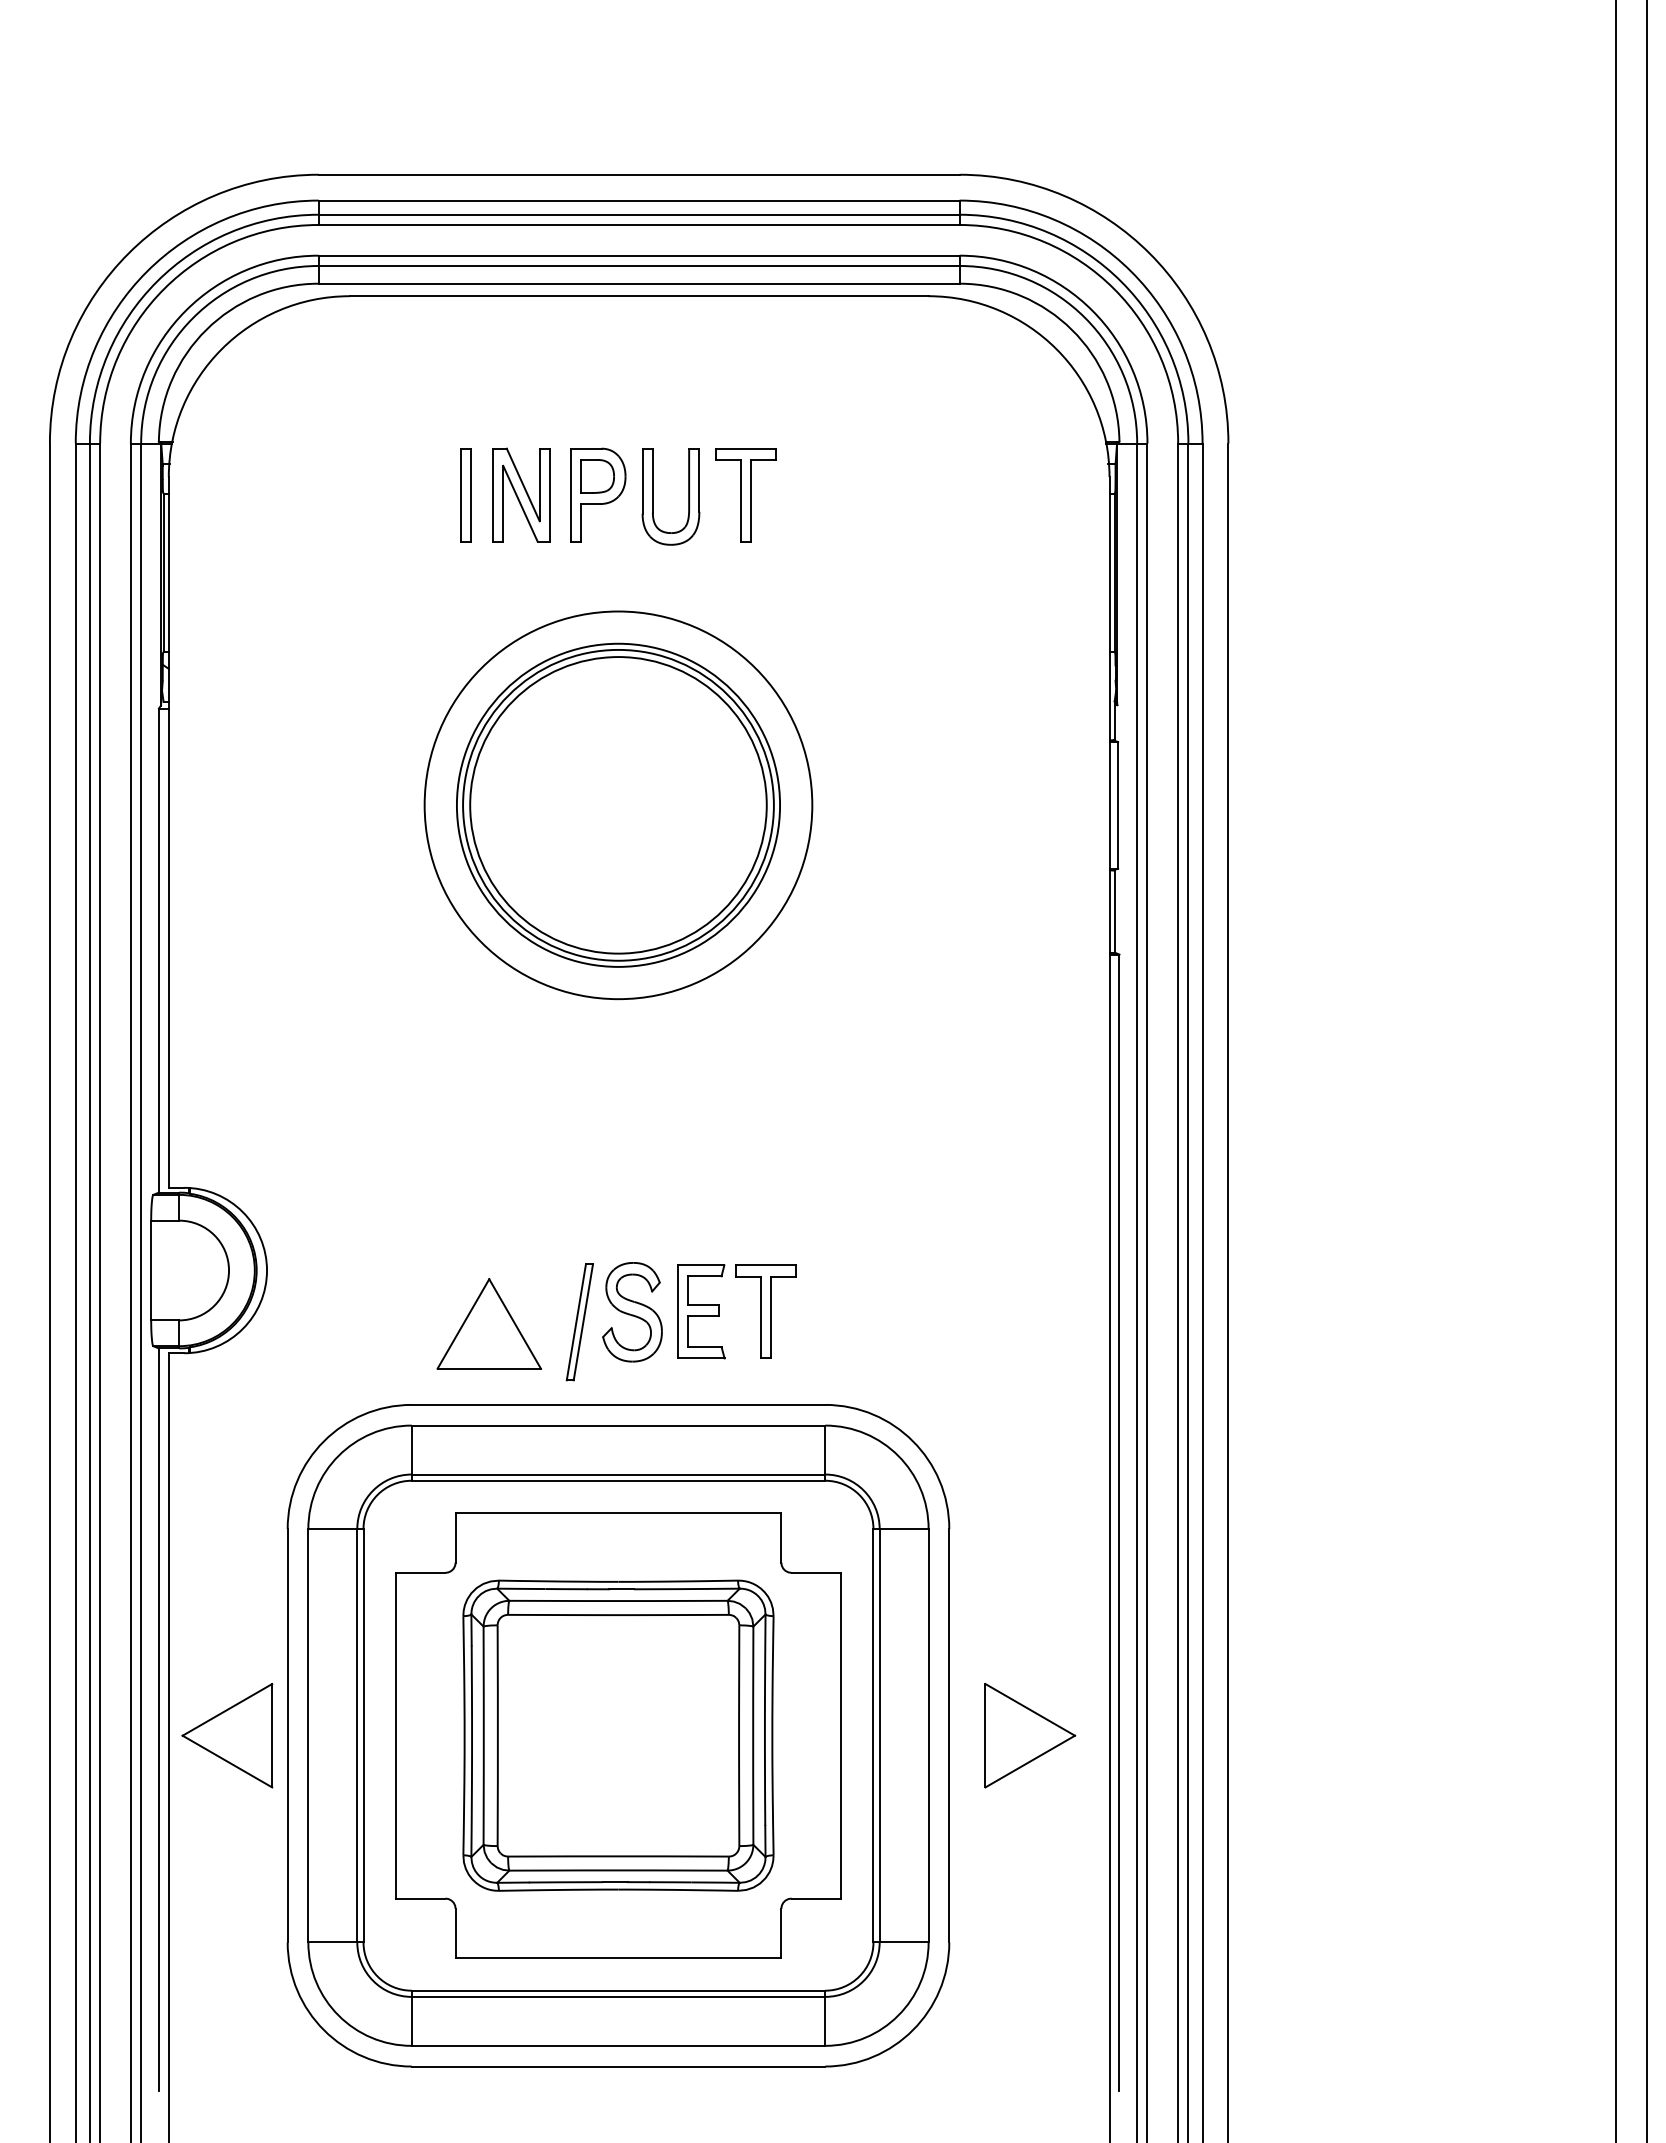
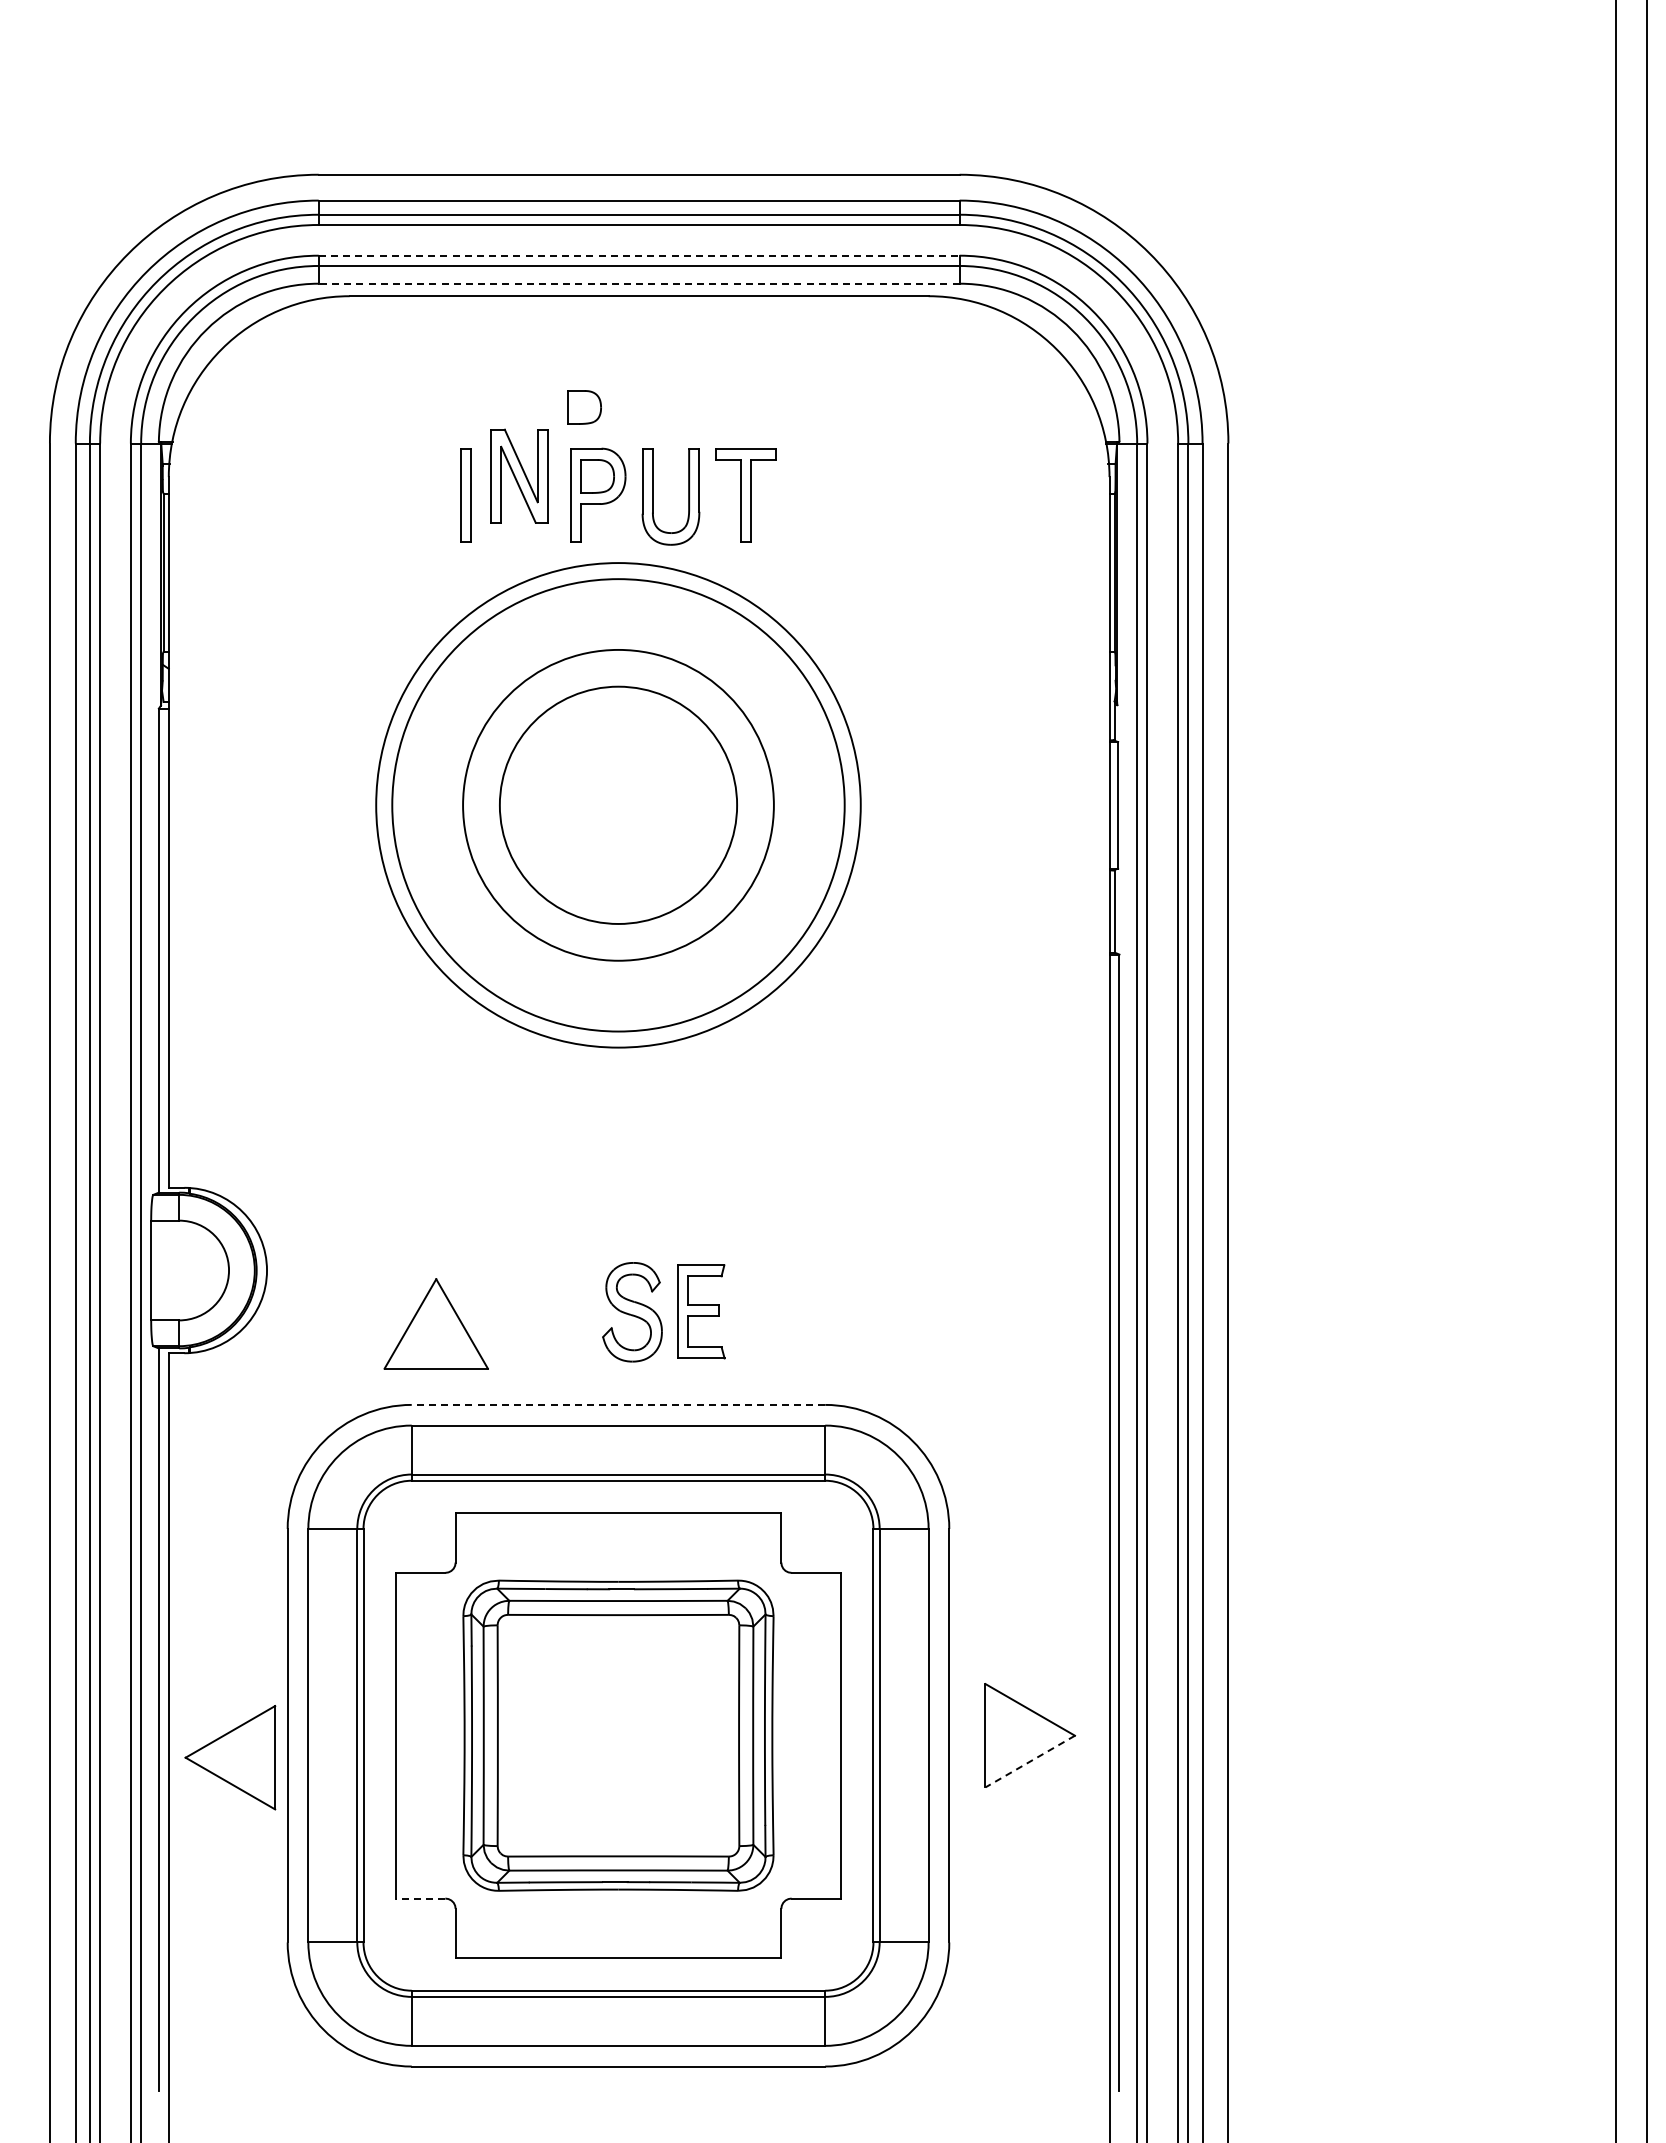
line at (639, 255): solid -> dashed
line at (638, 283): solid -> dashed
part at (584, 407): none -> present
part at (521, 494) position: (521, 494) -> (519, 475)
circle at (618, 804) diameter: 323 px -> 452 px
circle at (618, 805) diameter: 297 px -> 237 px
circle at (618, 805) diameter: 388 px -> 485 px
part at (765, 1311): present -> none
part at (579, 1322): present -> none
part at (488, 1323) position: (488, 1323) -> (435, 1323)
line at (618, 1404): solid -> dashed
part at (227, 1735) position: (227, 1735) -> (230, 1757)
line at (1030, 1761): solid -> dashed
line at (420, 1898): solid -> dashed
